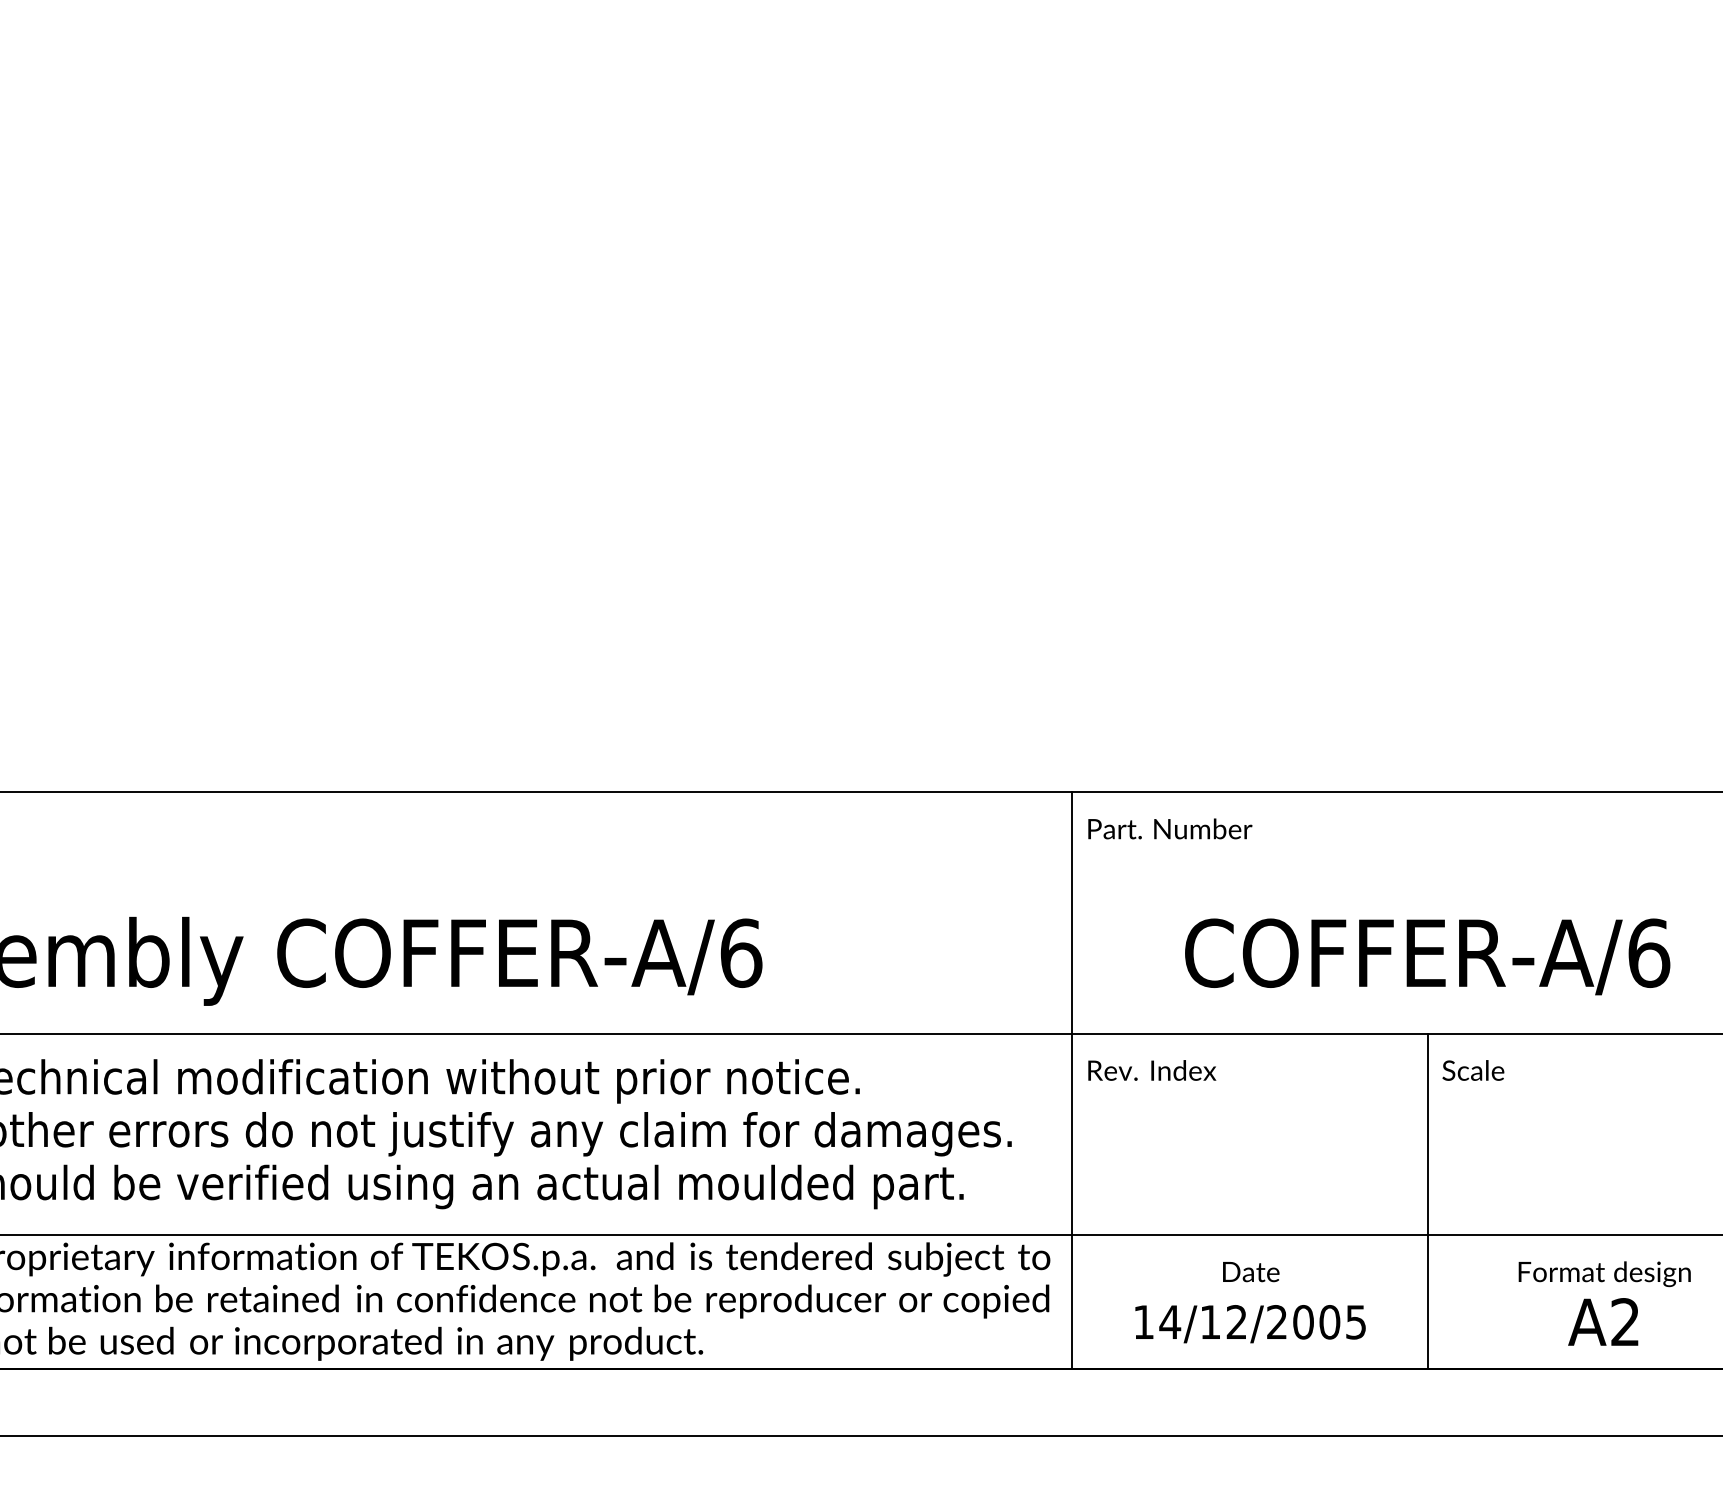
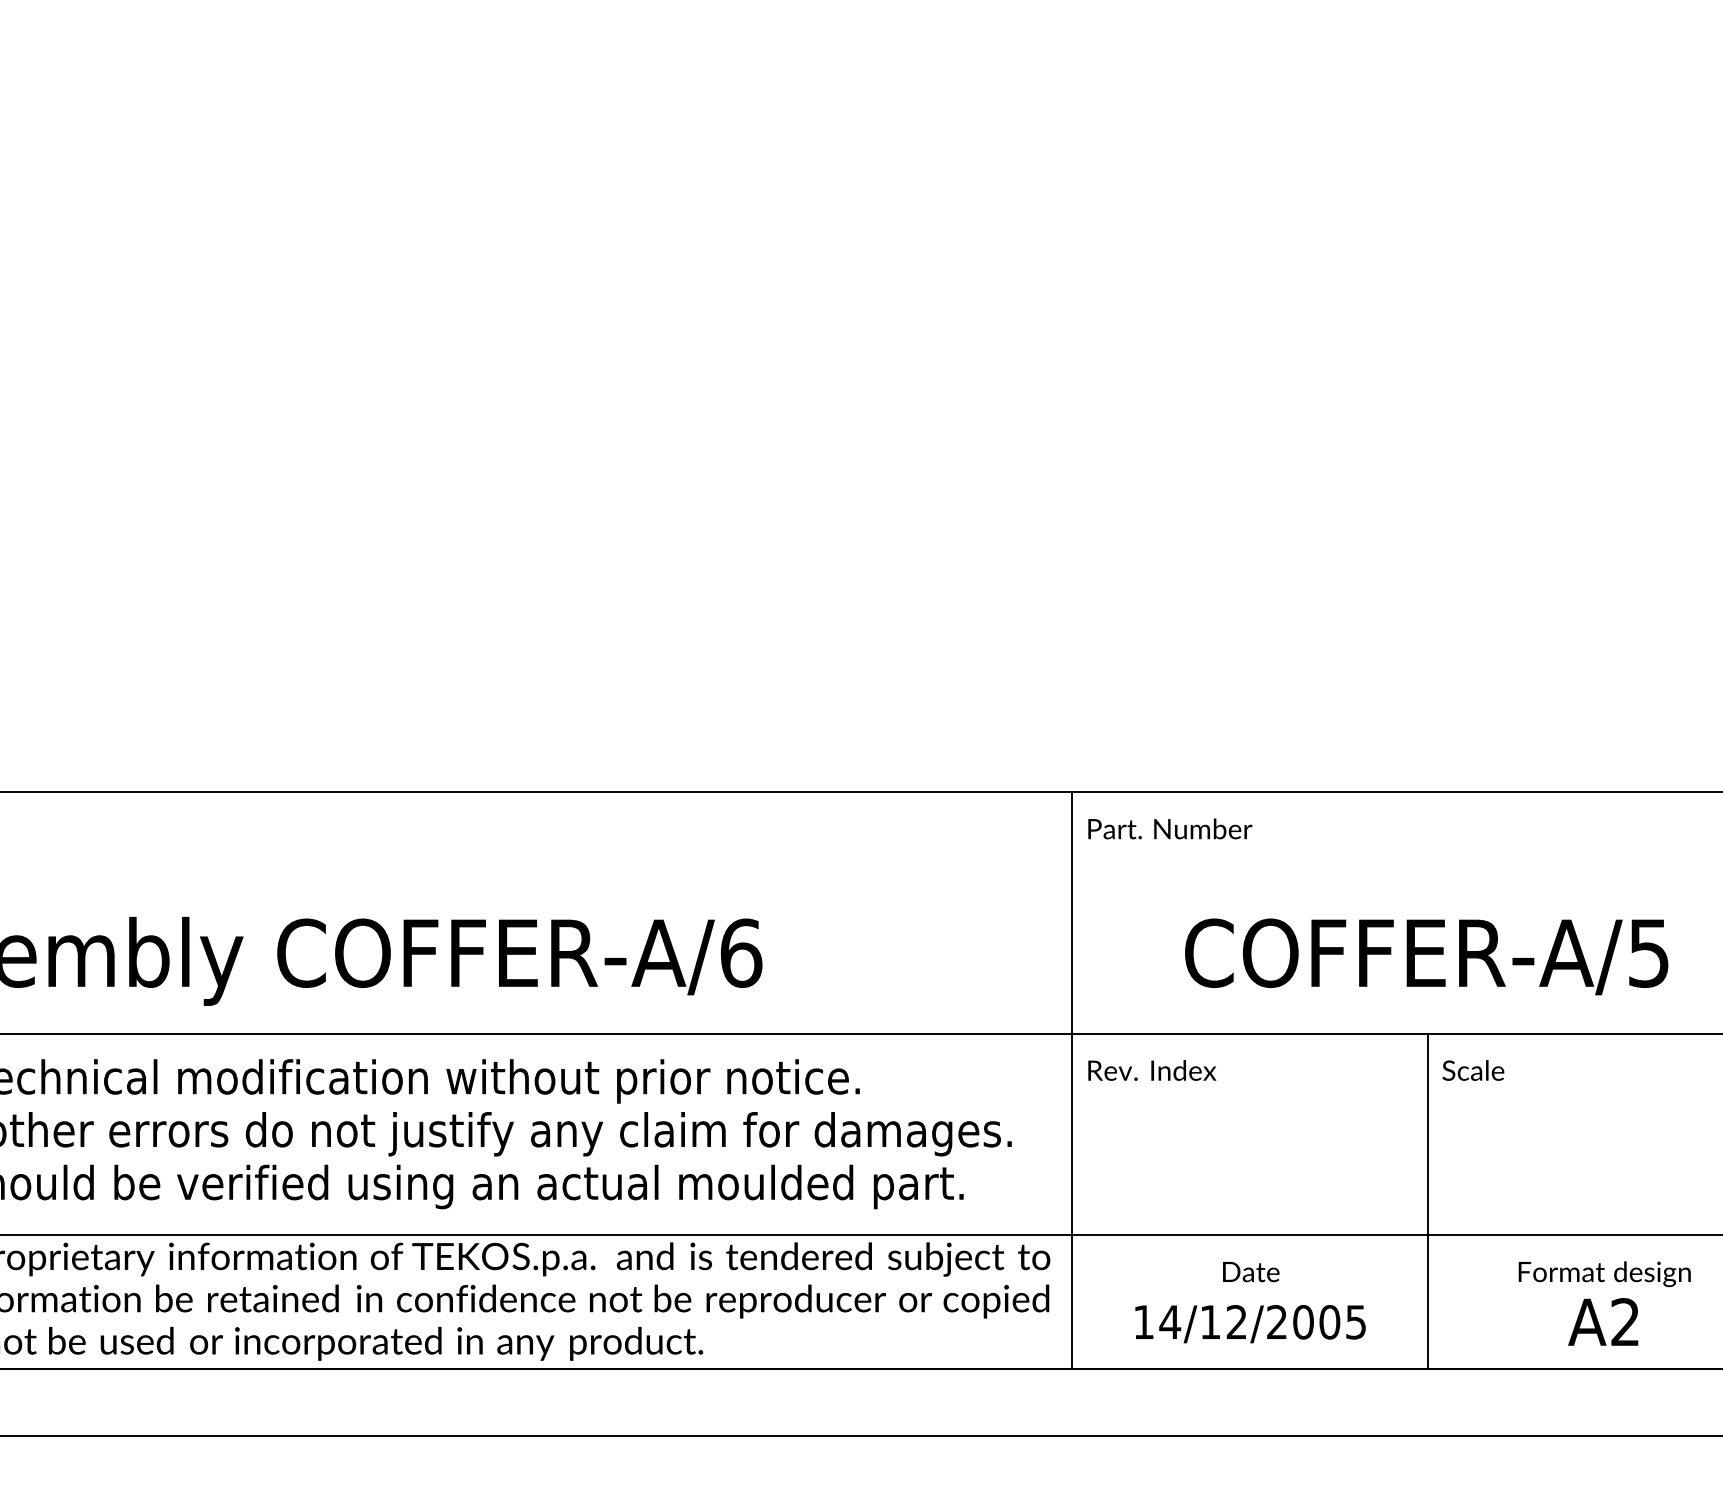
text at (1649, 952): COFFER-A/6 -> COFFER-A/5
